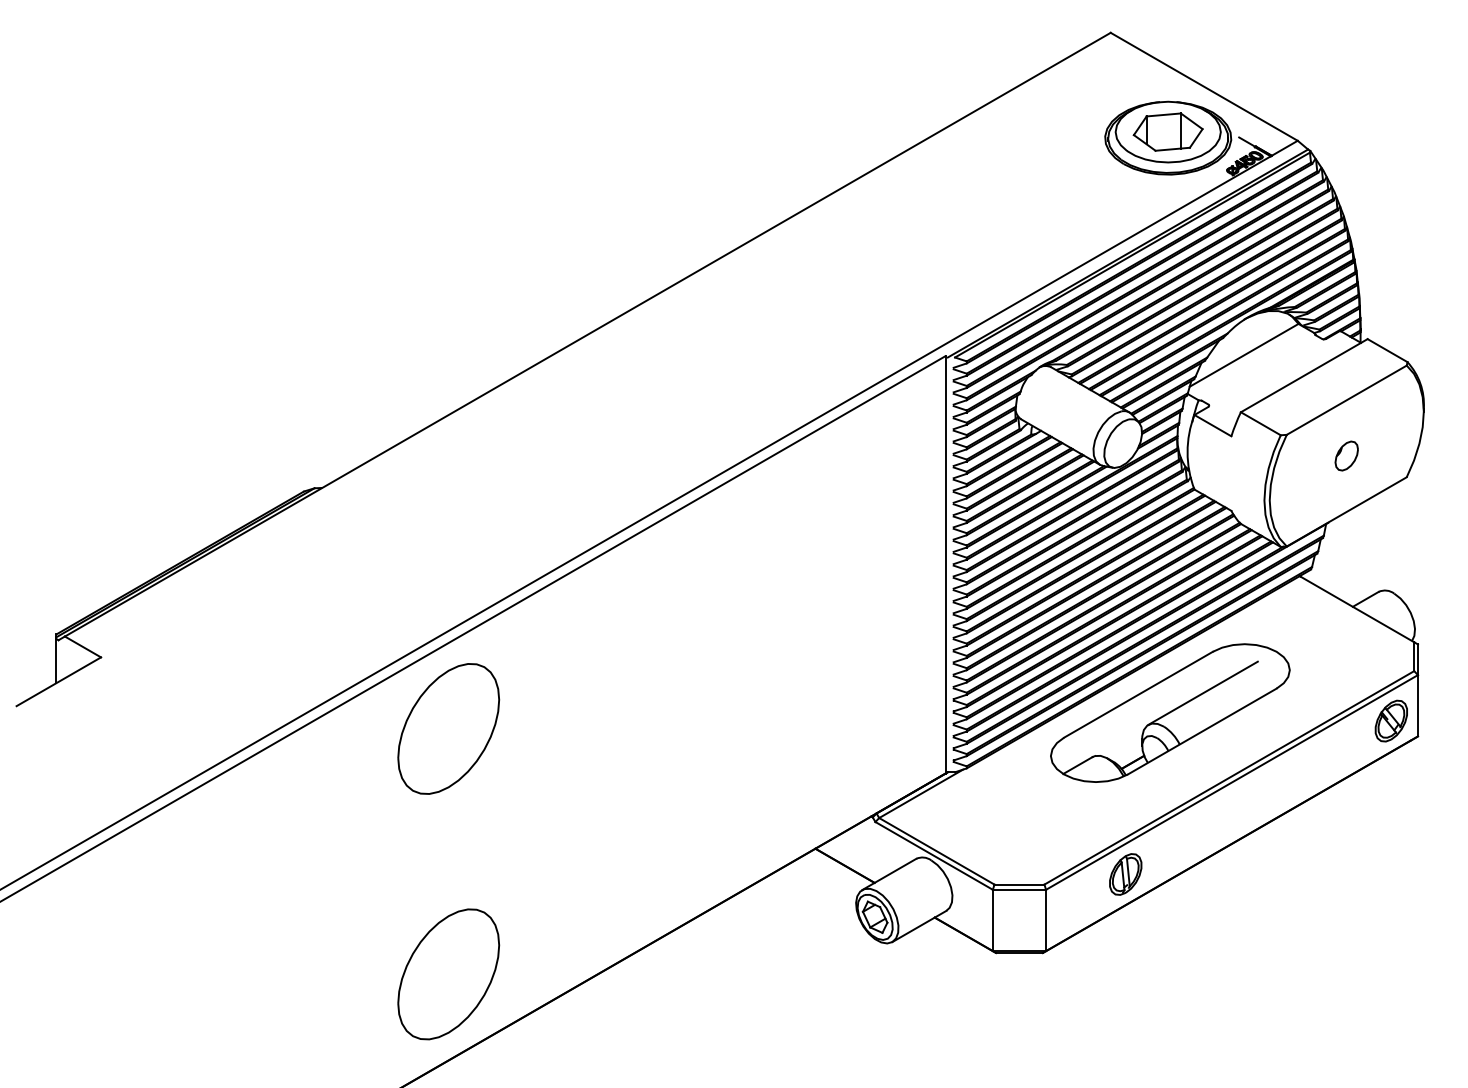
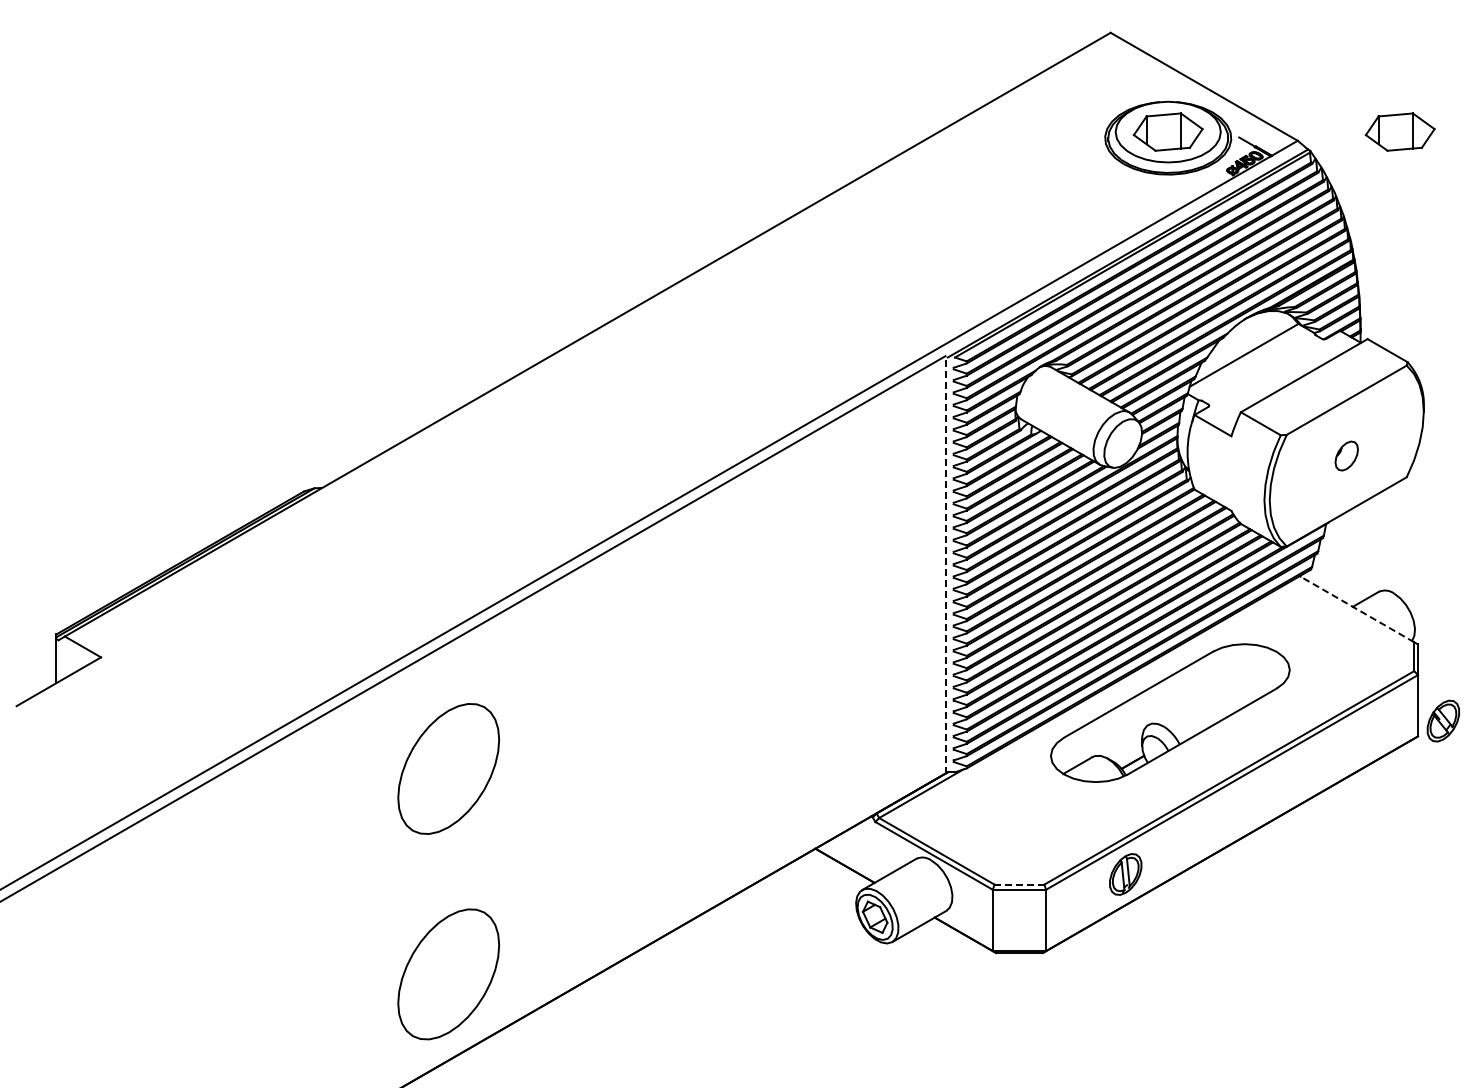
part at (1399, 131): none -> present
line at (945, 564): solid -> dashed
line at (1356, 608): solid -> dashed
line at (1202, 692): present -> none
part at (1390, 720) position: (1390, 720) -> (1442, 720)
part at (448, 728) position: (448, 728) -> (448, 768)
line at (1019, 884): solid -> dashed
